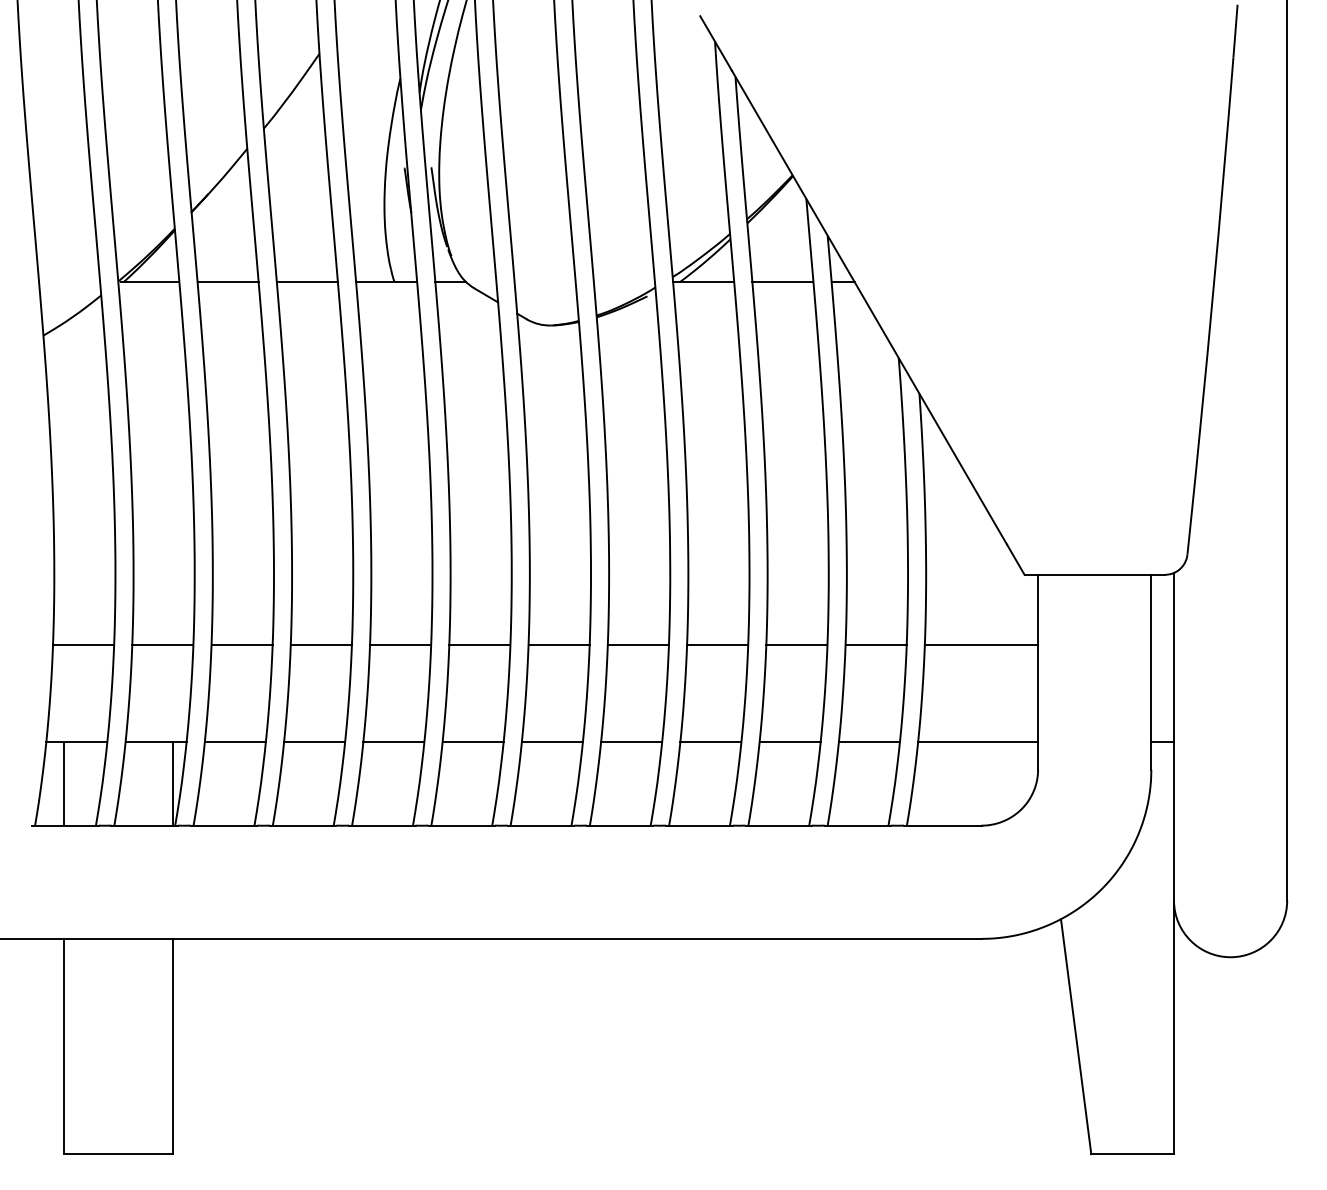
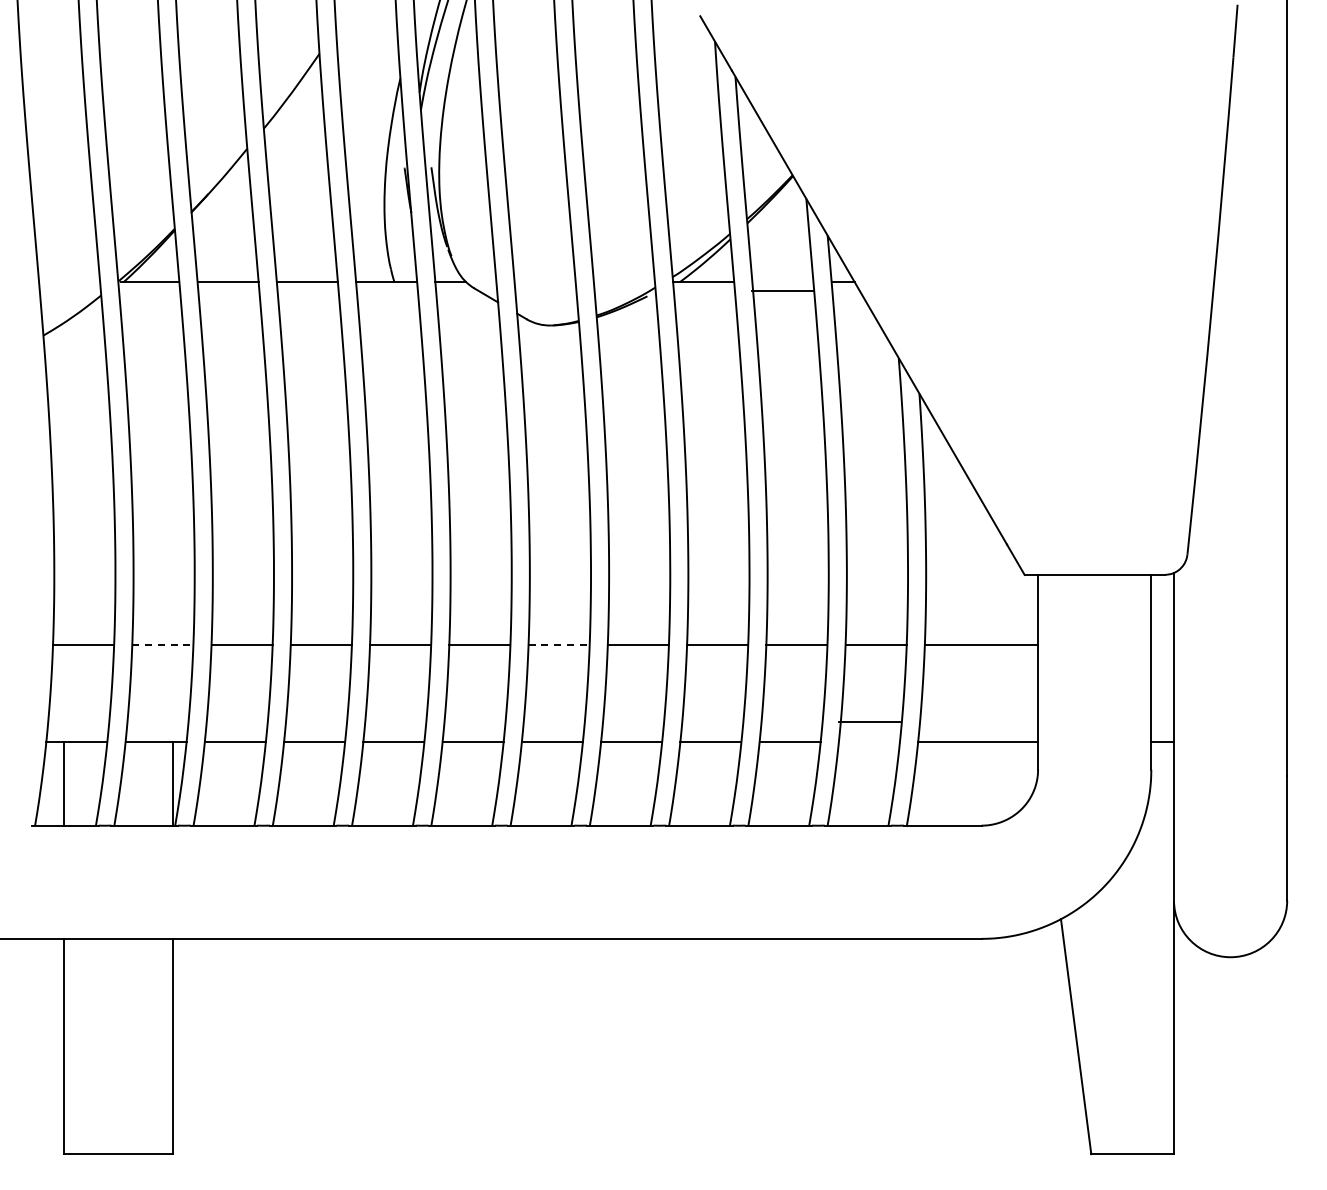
line at (782, 282) position: (782, 282) -> (782, 291)
line at (162, 644): solid -> dashed
line at (559, 644): solid -> dashed
line at (868, 742) position: (868, 742) -> (868, 722)
